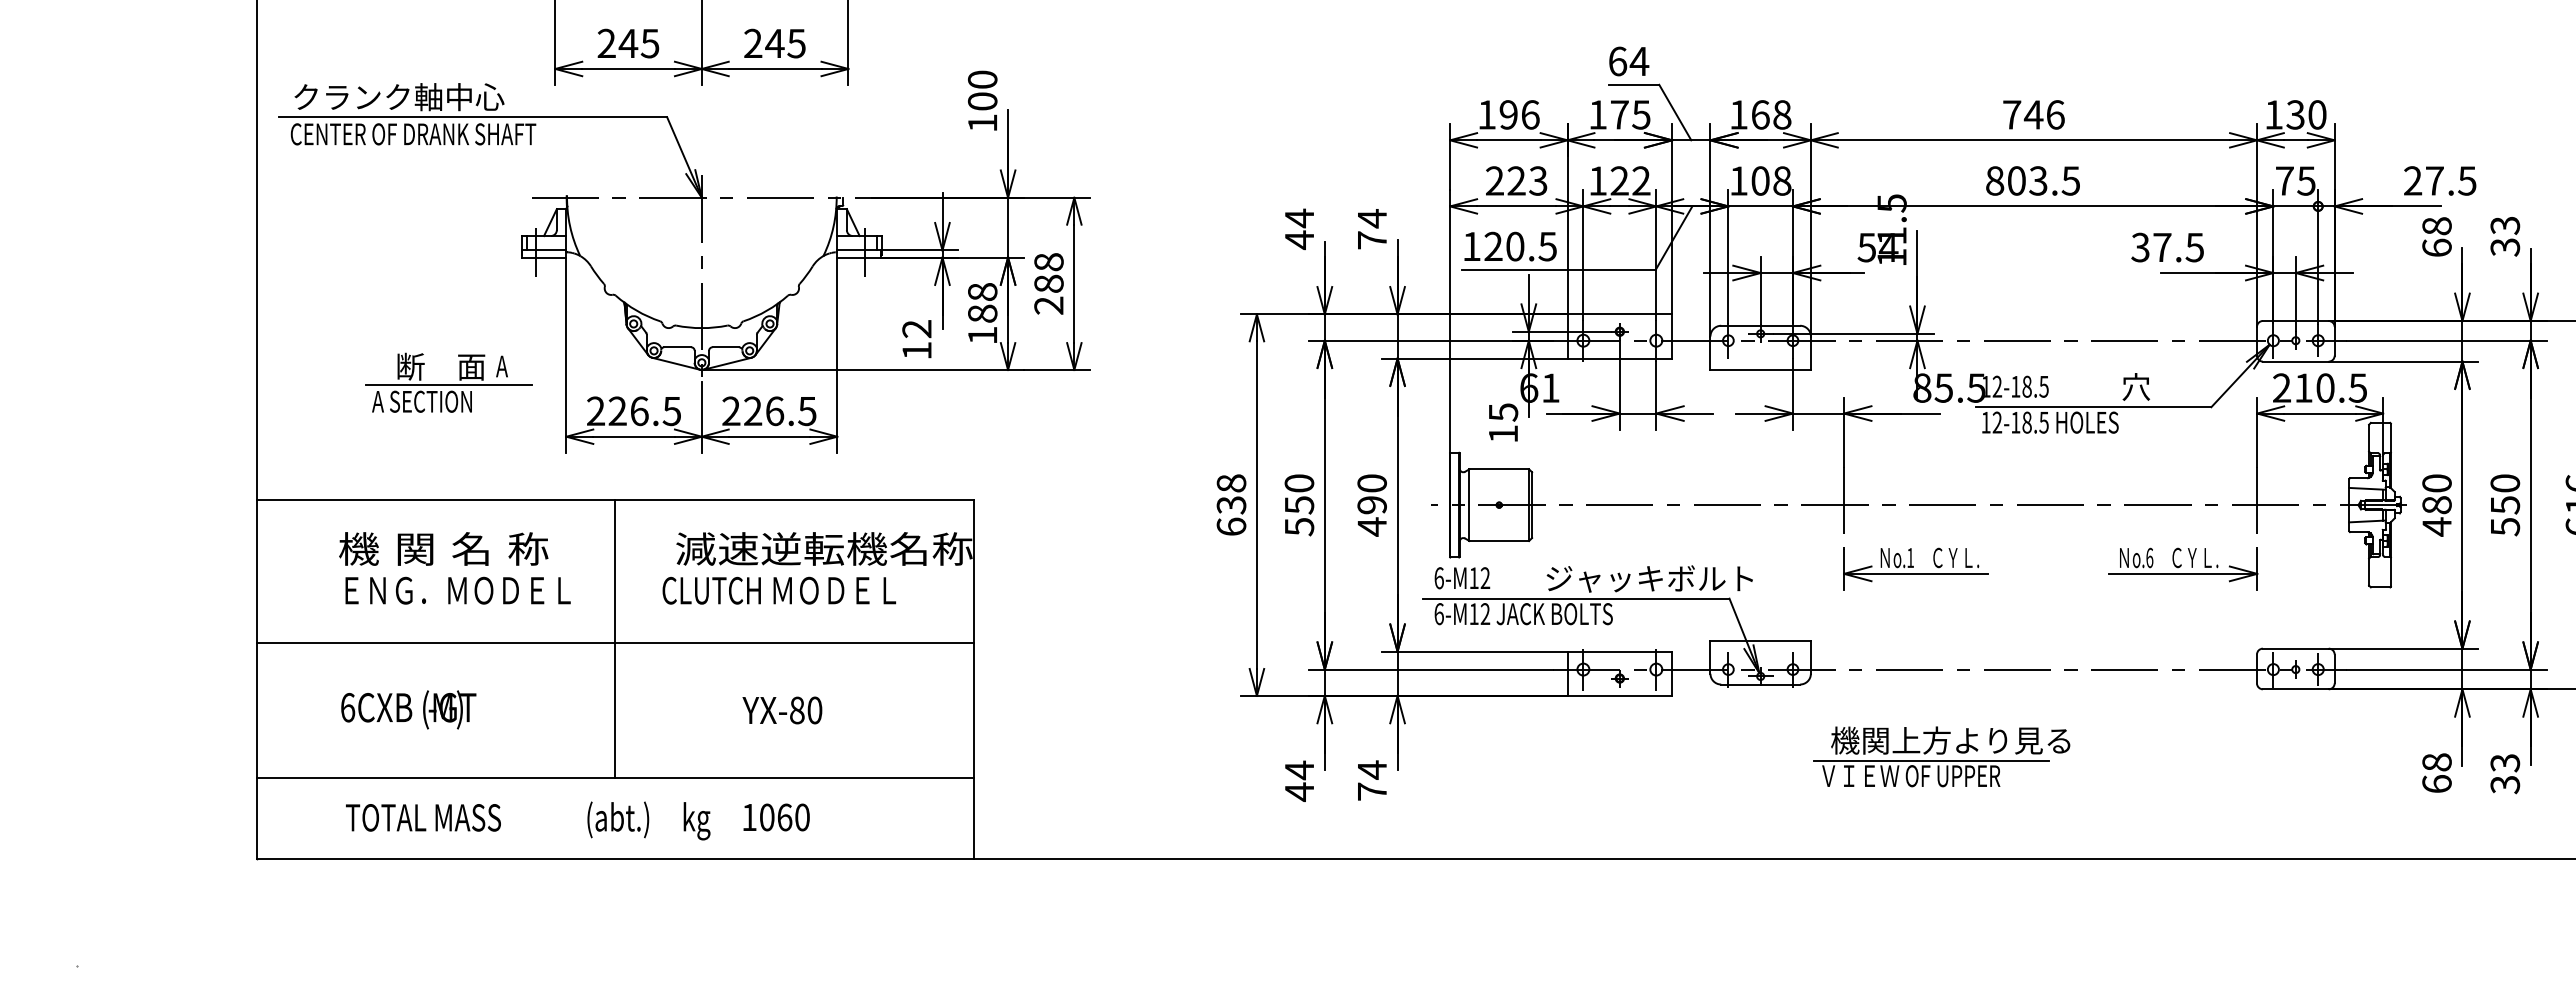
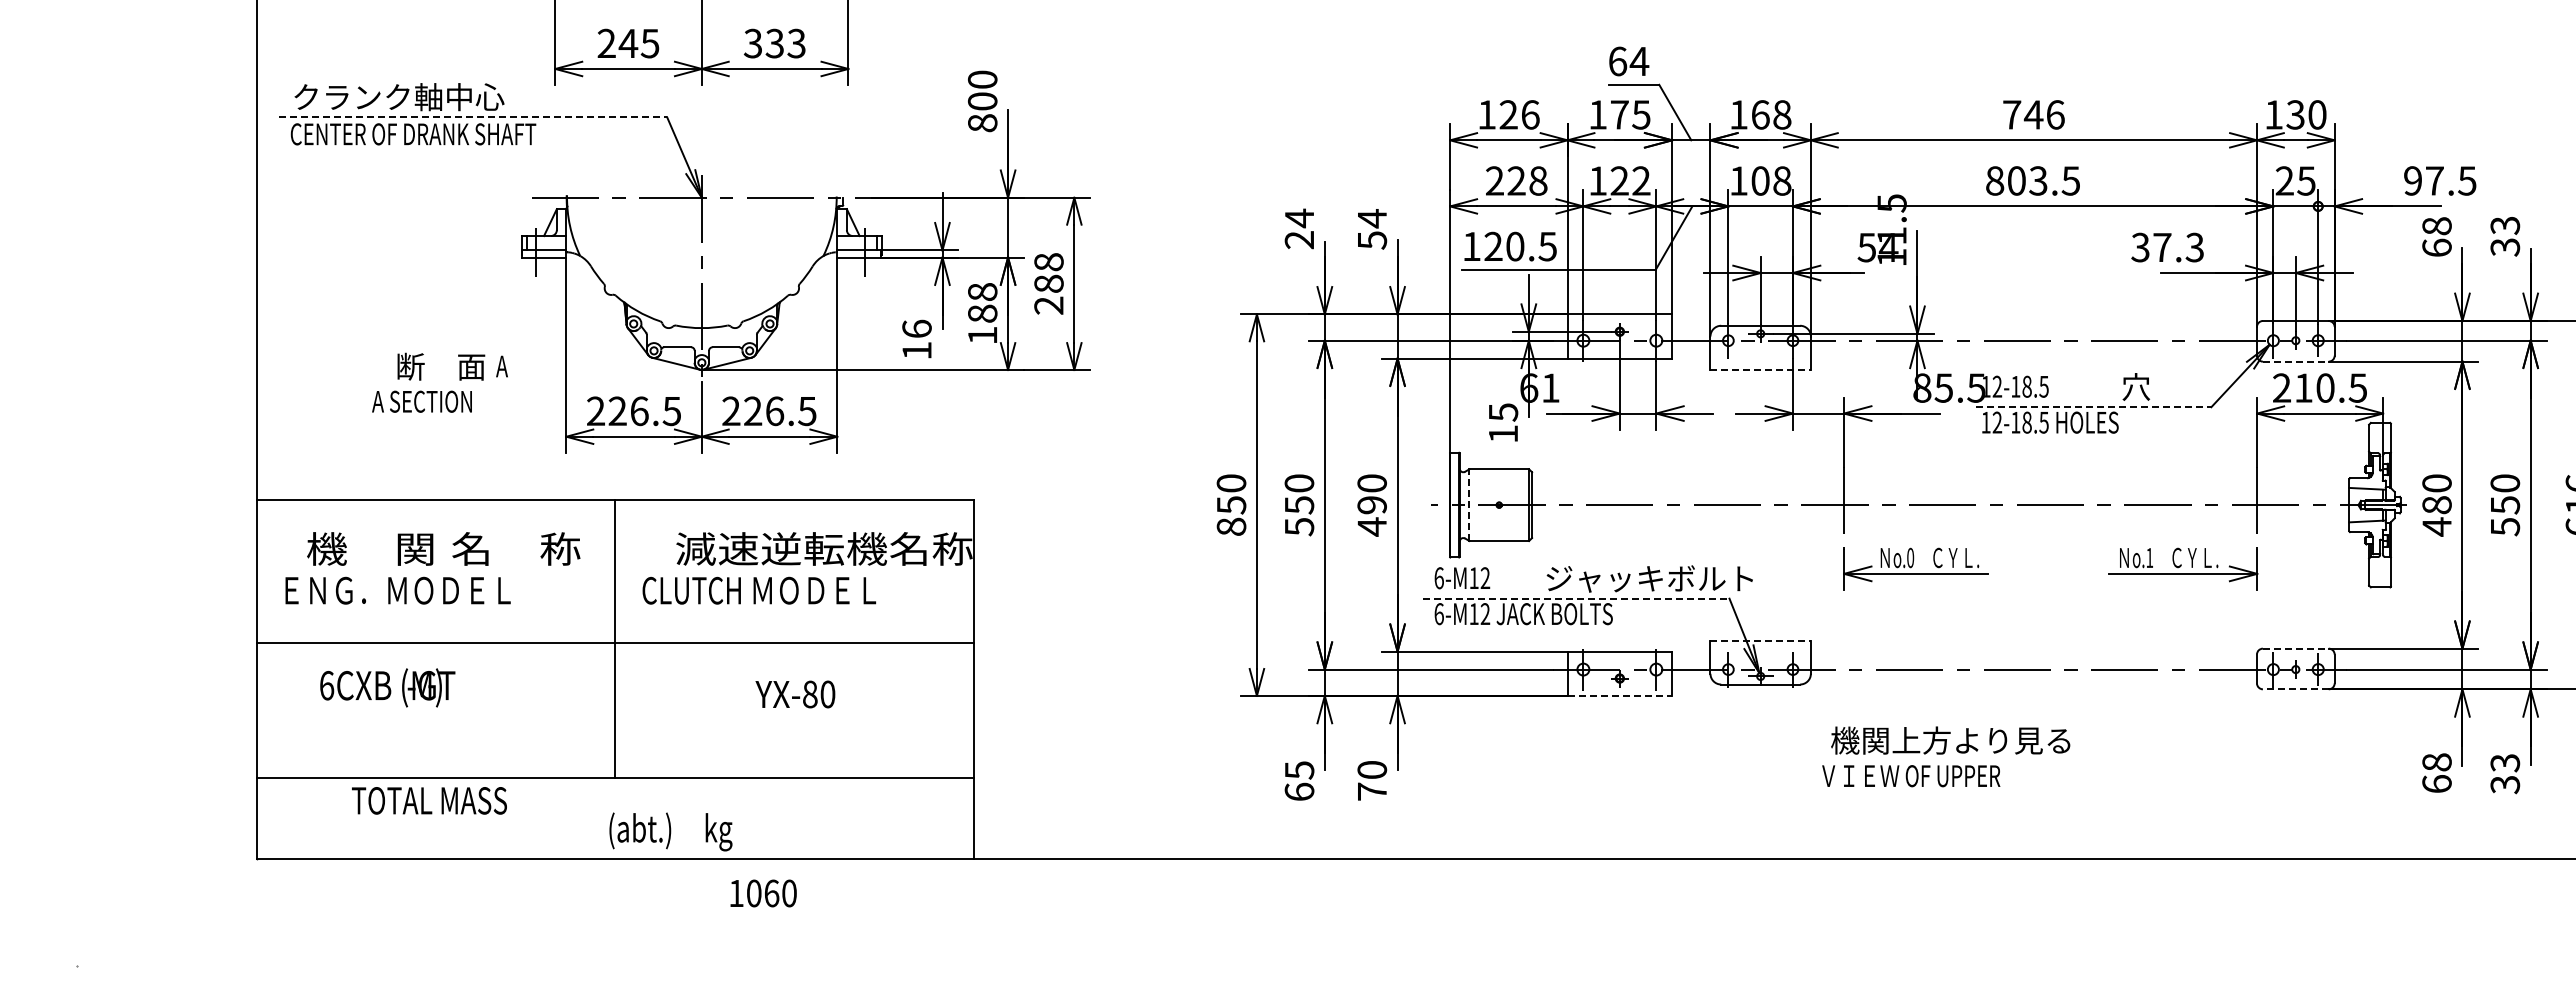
text at (774, 43): 245 -> 333
text at (1508, 114): 196 -> 126
line at (473, 117): solid -> dashed
text at (982, 123): 100 -> 800
text at (1538, 180): 223 -> 228
text at (2284, 180): 75 -> 25
text at (2413, 180): 27.5 -> 97.5
text at (1298, 240): 44 -> 24
text at (1372, 240): 74 -> 54
text at (2194, 246): 37.5 -> 37.3
text at (916, 328): 12 -> 16
line at (2295, 361): solid -> dashed
line at (1761, 369): solid -> dashed
line at (448, 385): present -> none
line at (2093, 407): solid -> dashed
text at (1231, 504): 638 -> 850
line at (1469, 505): solid -> dashed
text at (358, 548) position: (358, 548) -> (326, 548)
text at (528, 548) position: (528, 548) -> (560, 548)
text at (1910, 557): o.1 -> o.0
text at (2149, 557): o.6 -> o.1
text at (457, 590) position: (457, 590) -> (397, 590)
text at (779, 590) position: (779, 590) -> (759, 590)
line at (1576, 598): solid -> dashed
line at (1761, 640): solid -> dashed
line at (2295, 648): solid -> dashed
line at (2295, 689): solid -> dashed
line at (1620, 695): solid -> dashed
text at (408, 709) position: (408, 709) -> (387, 687)
text at (782, 710) position: (782, 710) -> (795, 694)
line at (1931, 760): present -> none
text at (1372, 769): 74 -> 70
text at (1299, 781): 44 -> 65
text at (423, 817) position: (423, 817) -> (429, 800)
text at (776, 817) position: (776, 817) -> (763, 893)
text at (648, 820) position: (648, 820) -> (670, 831)
